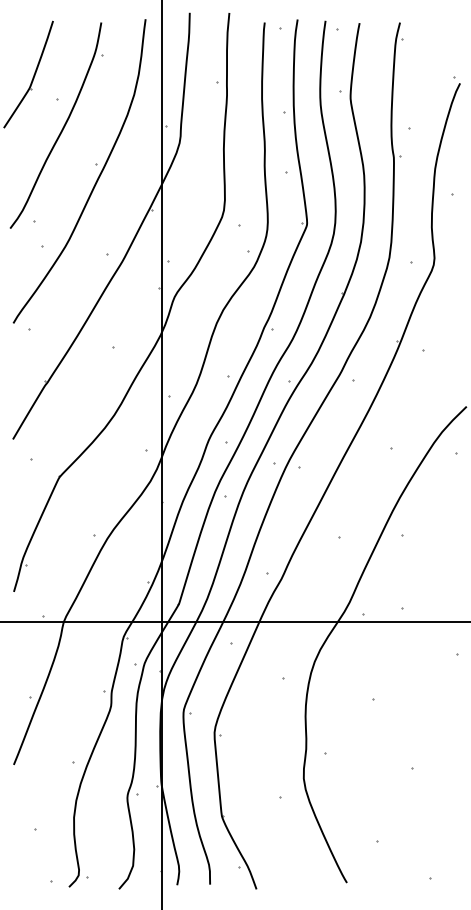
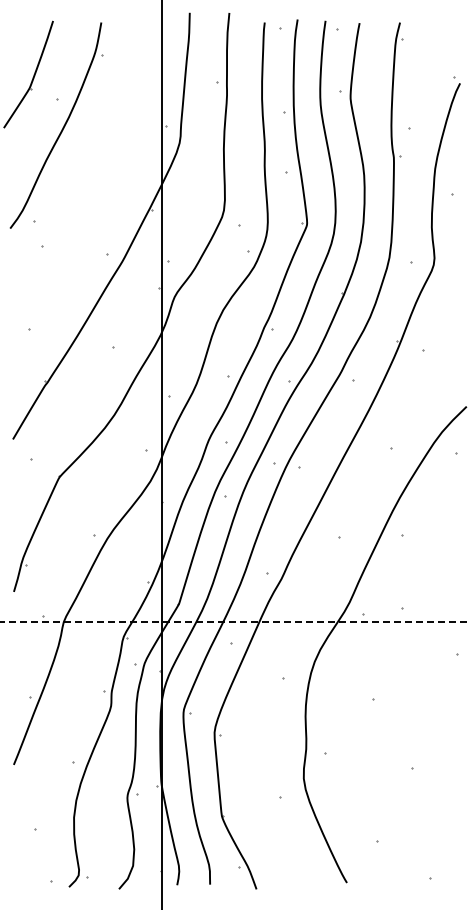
part at (95, 164): present -> none
line at (235, 621): solid -> dashed
